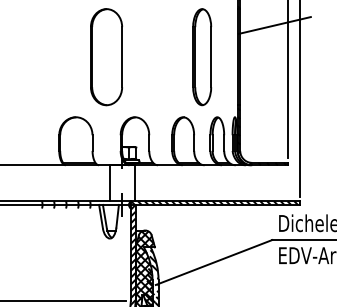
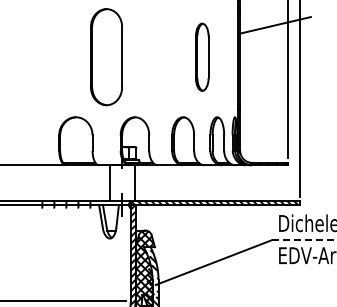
part at (202, 57) size: 21x99 px -> 15x70 px
line at (304, 240): solid -> dashed
